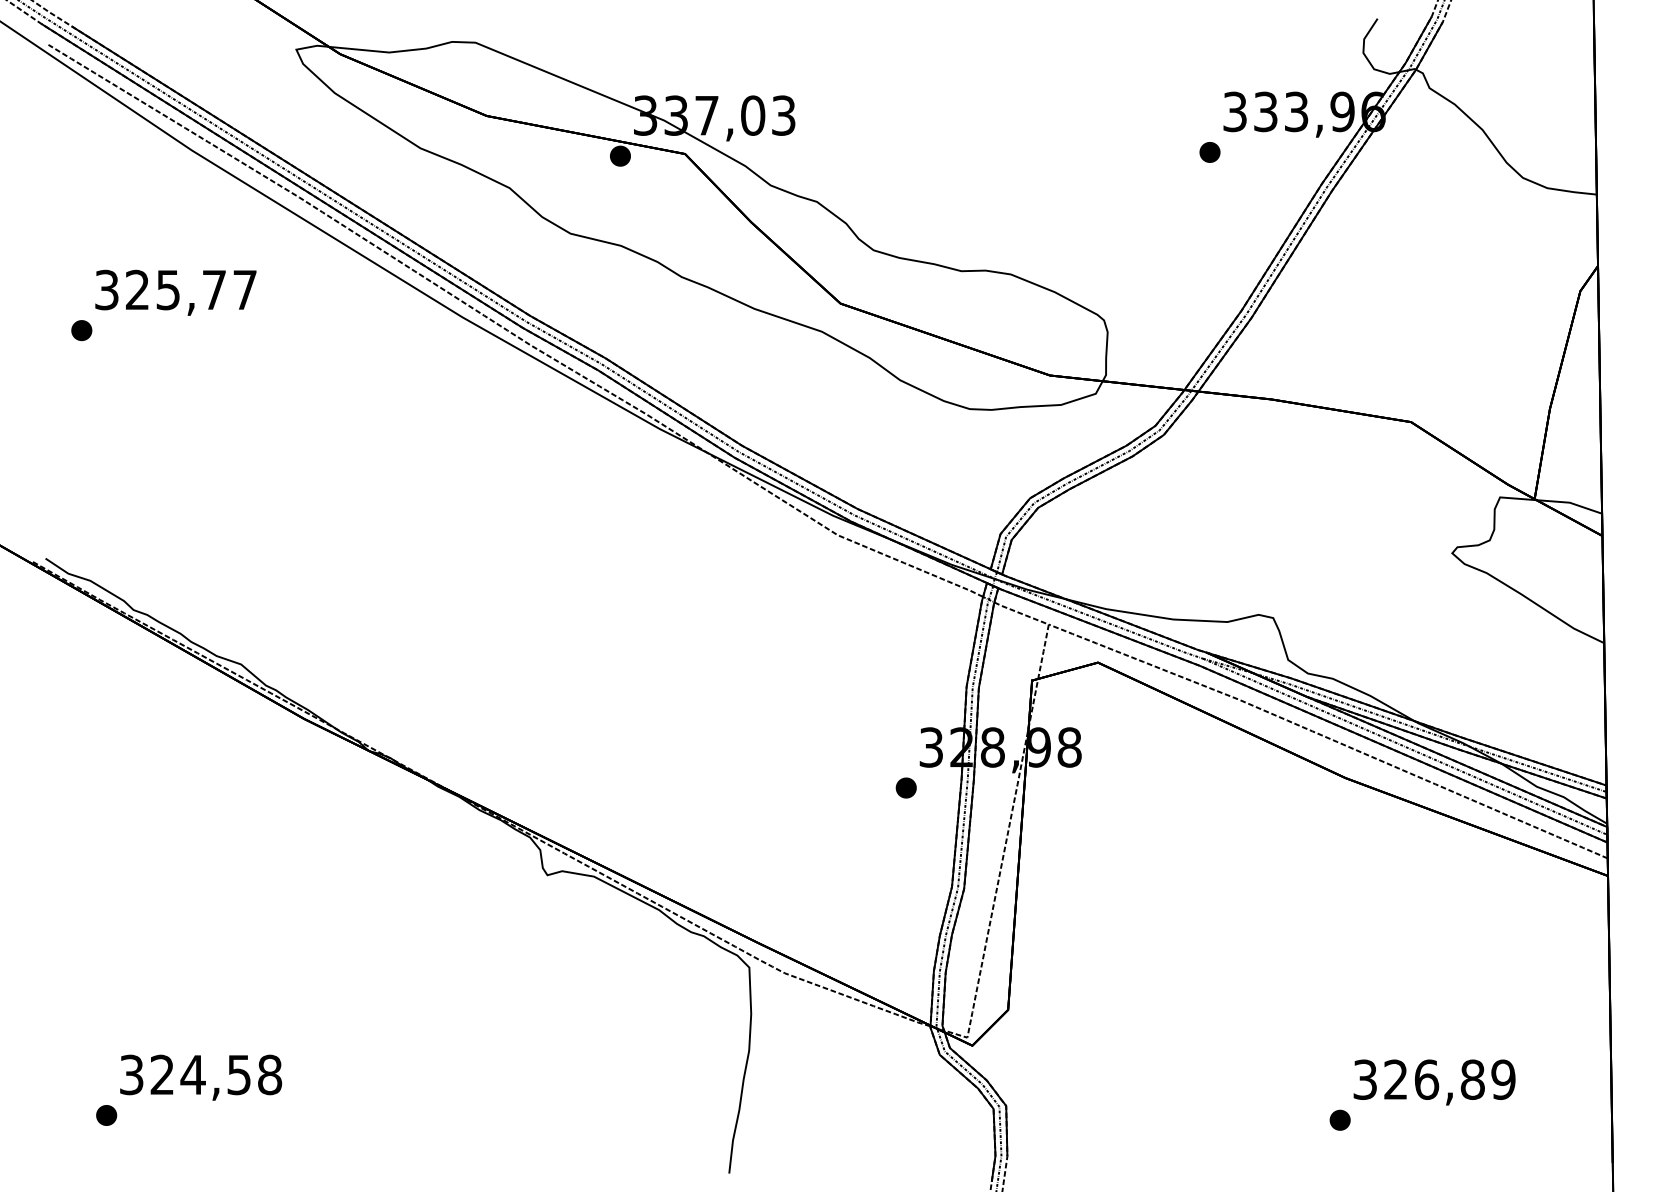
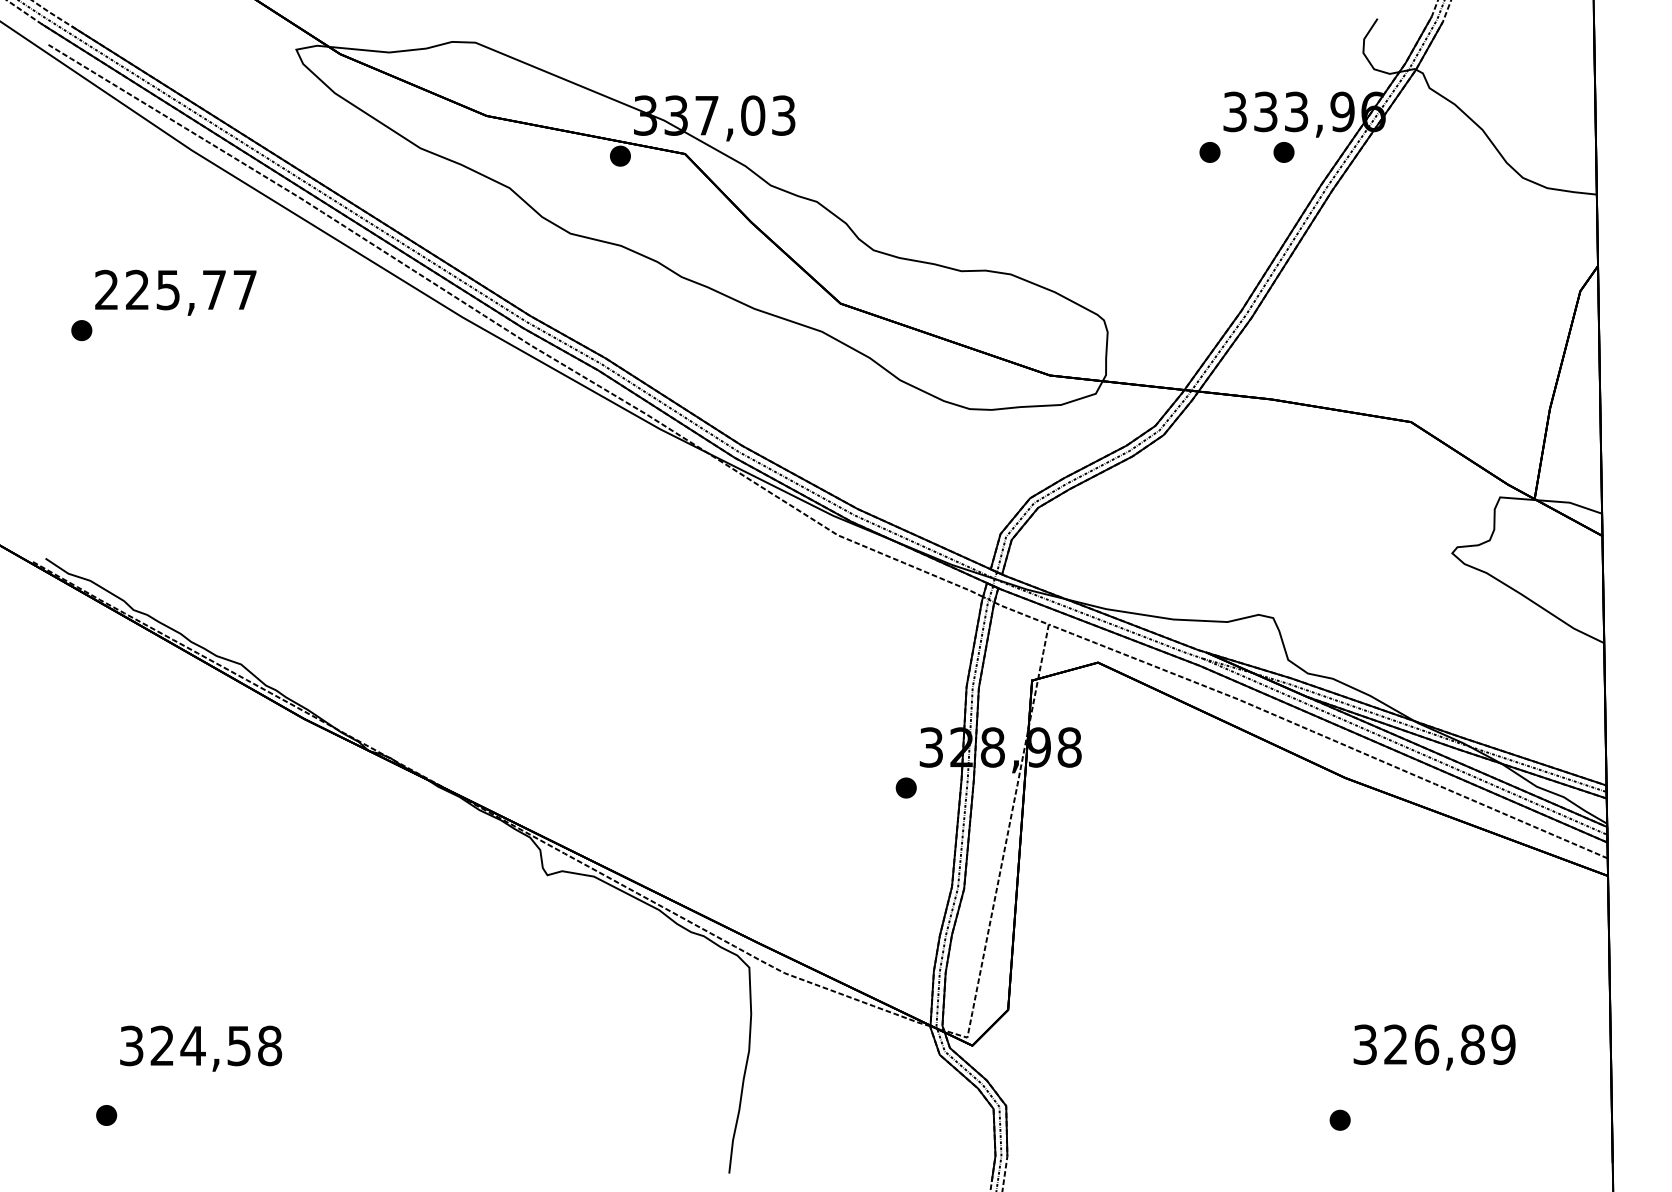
part at (1283, 152): none -> present
text at (106, 290): 325,77 -> 225,77
text at (201, 1077) position: (201, 1077) -> (201, 1048)
text at (1434, 1082) position: (1434, 1082) -> (1434, 1047)
